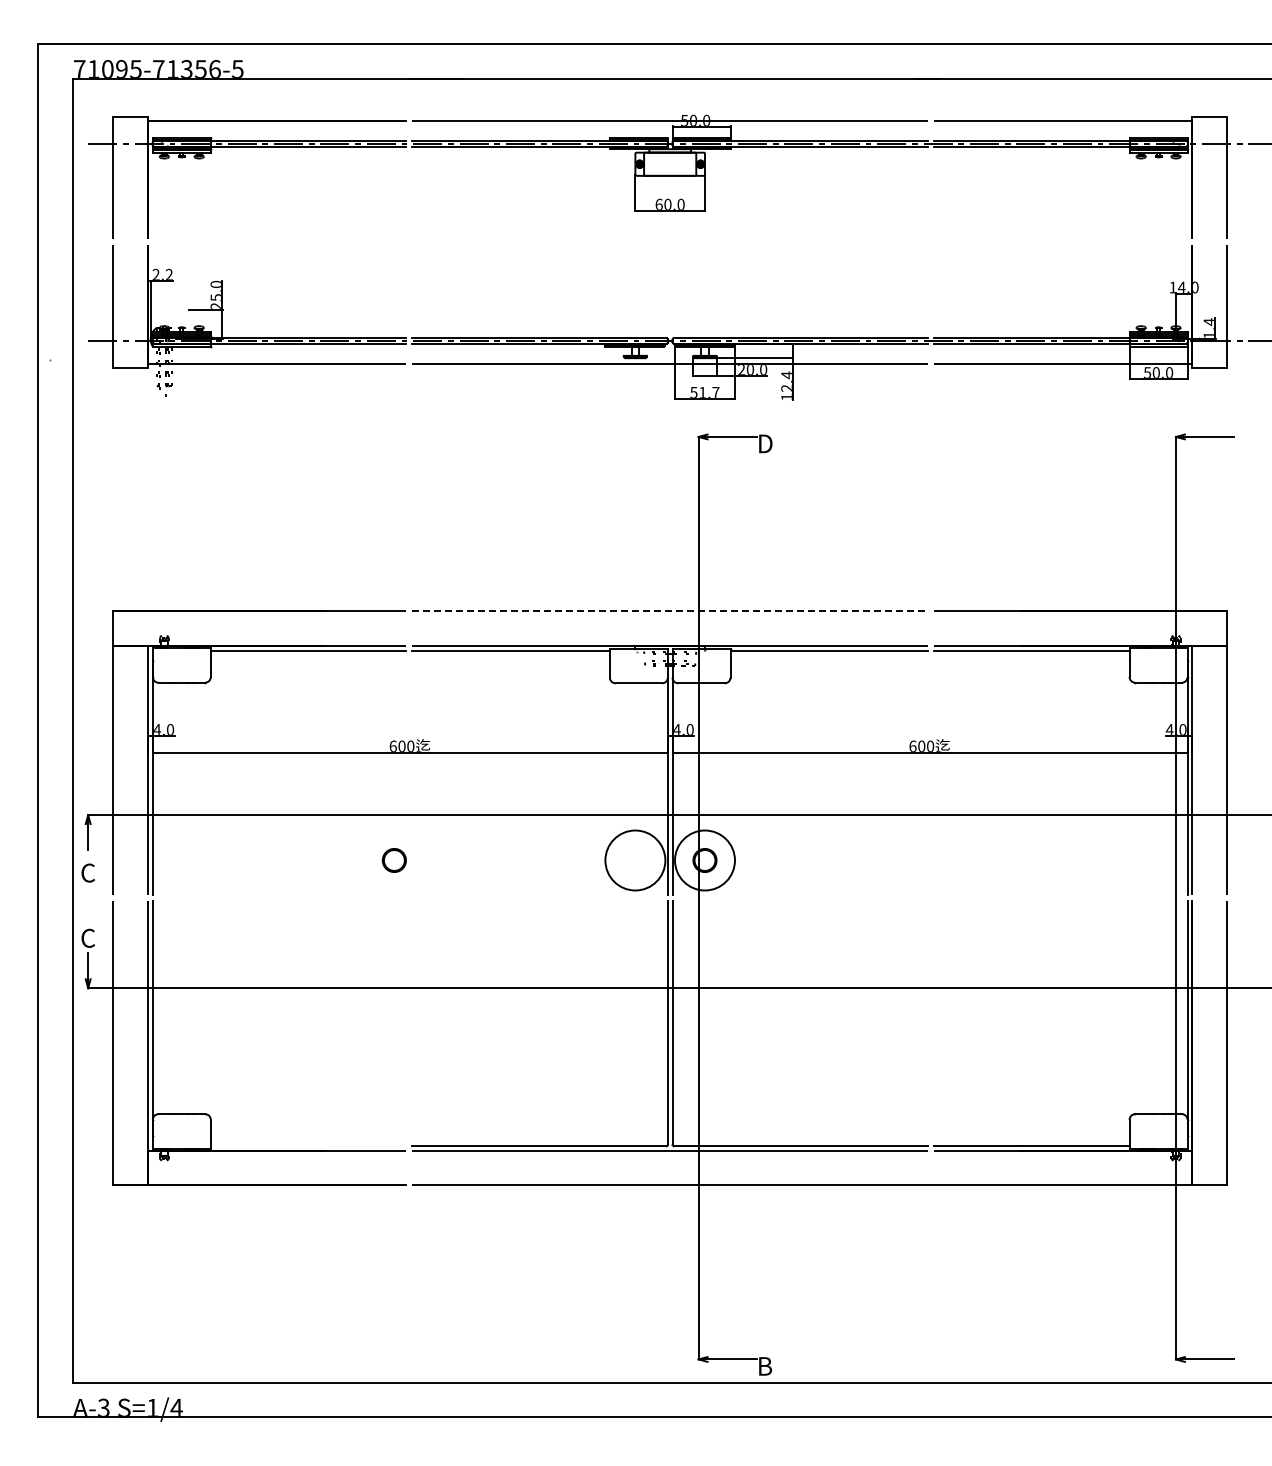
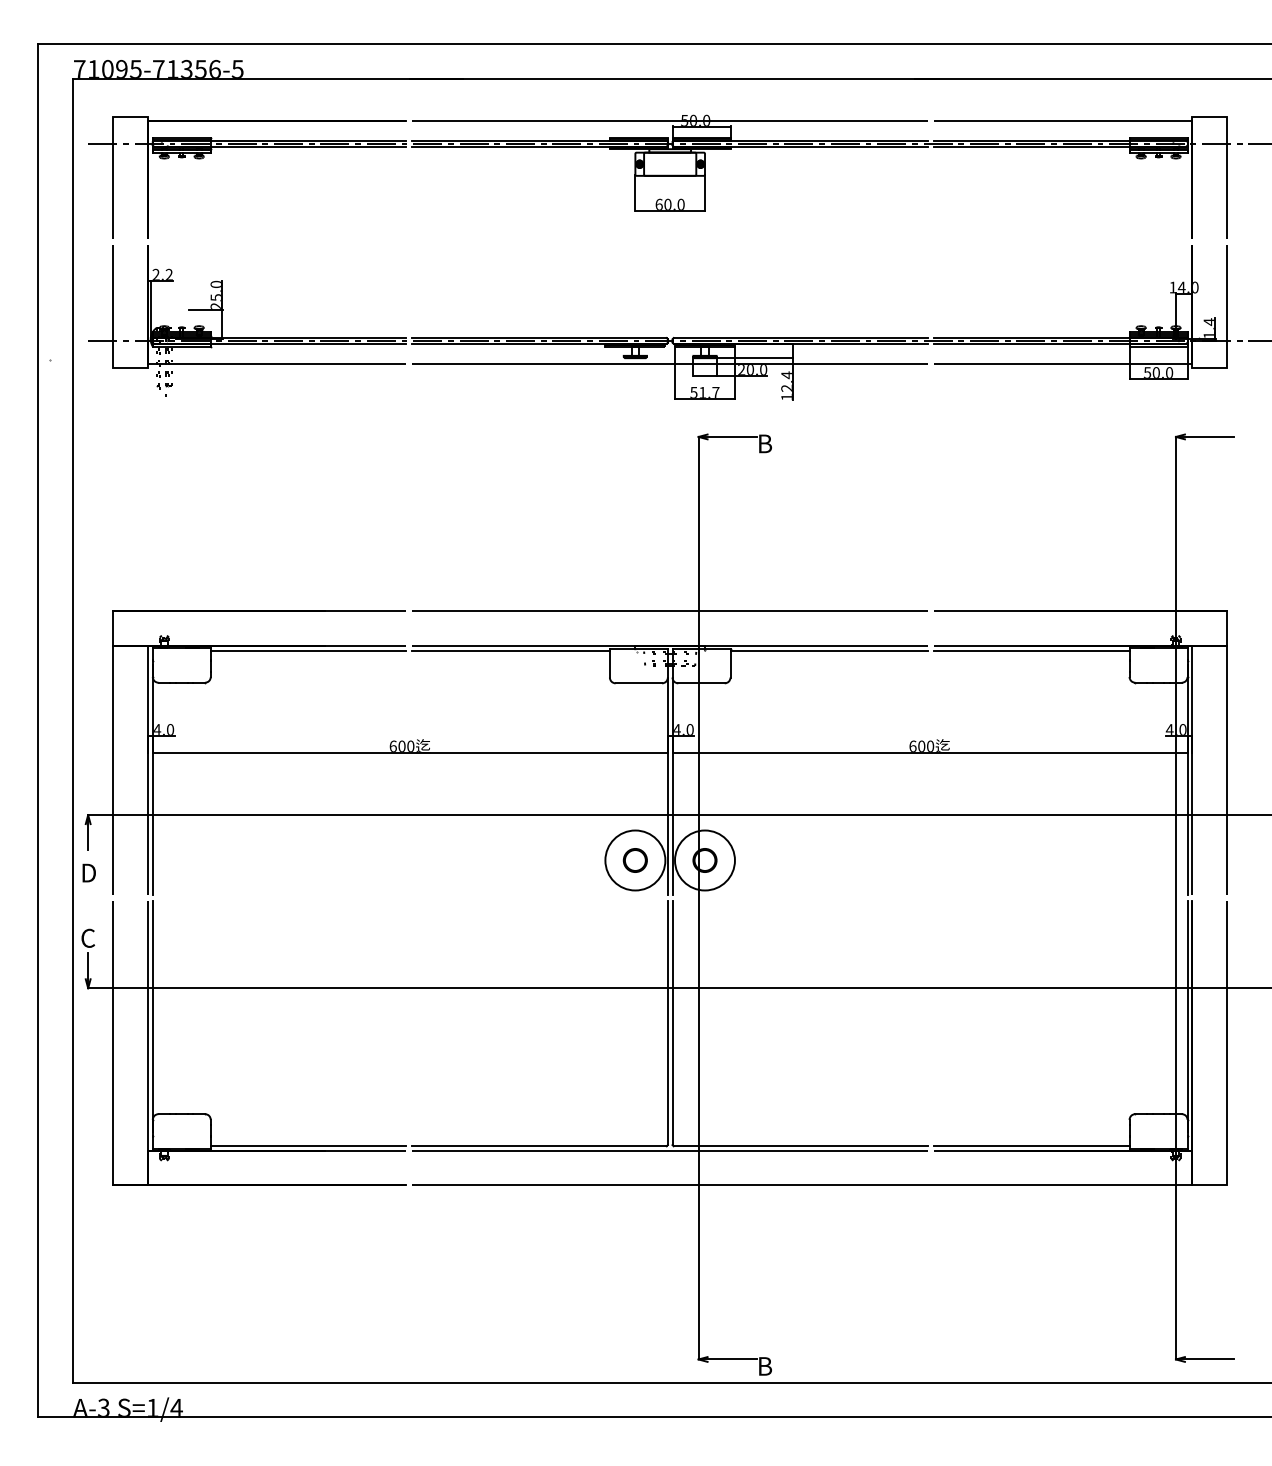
text at (766, 443): D -> B
line at (670, 610): dashed -> solid
circle at (393, 860) position: (393, 860) -> (634, 860)
text at (88, 872): C -> D
line at (308, 1146): none -> present
